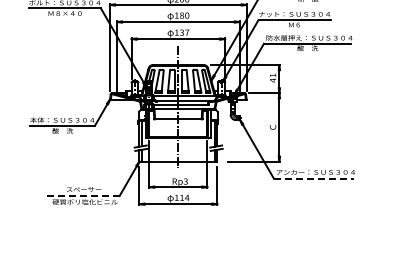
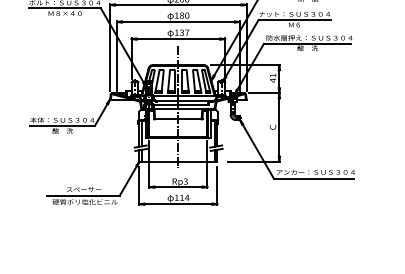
line at (313, 178): dashed -> solid
line at (82, 195): dashed -> solid
